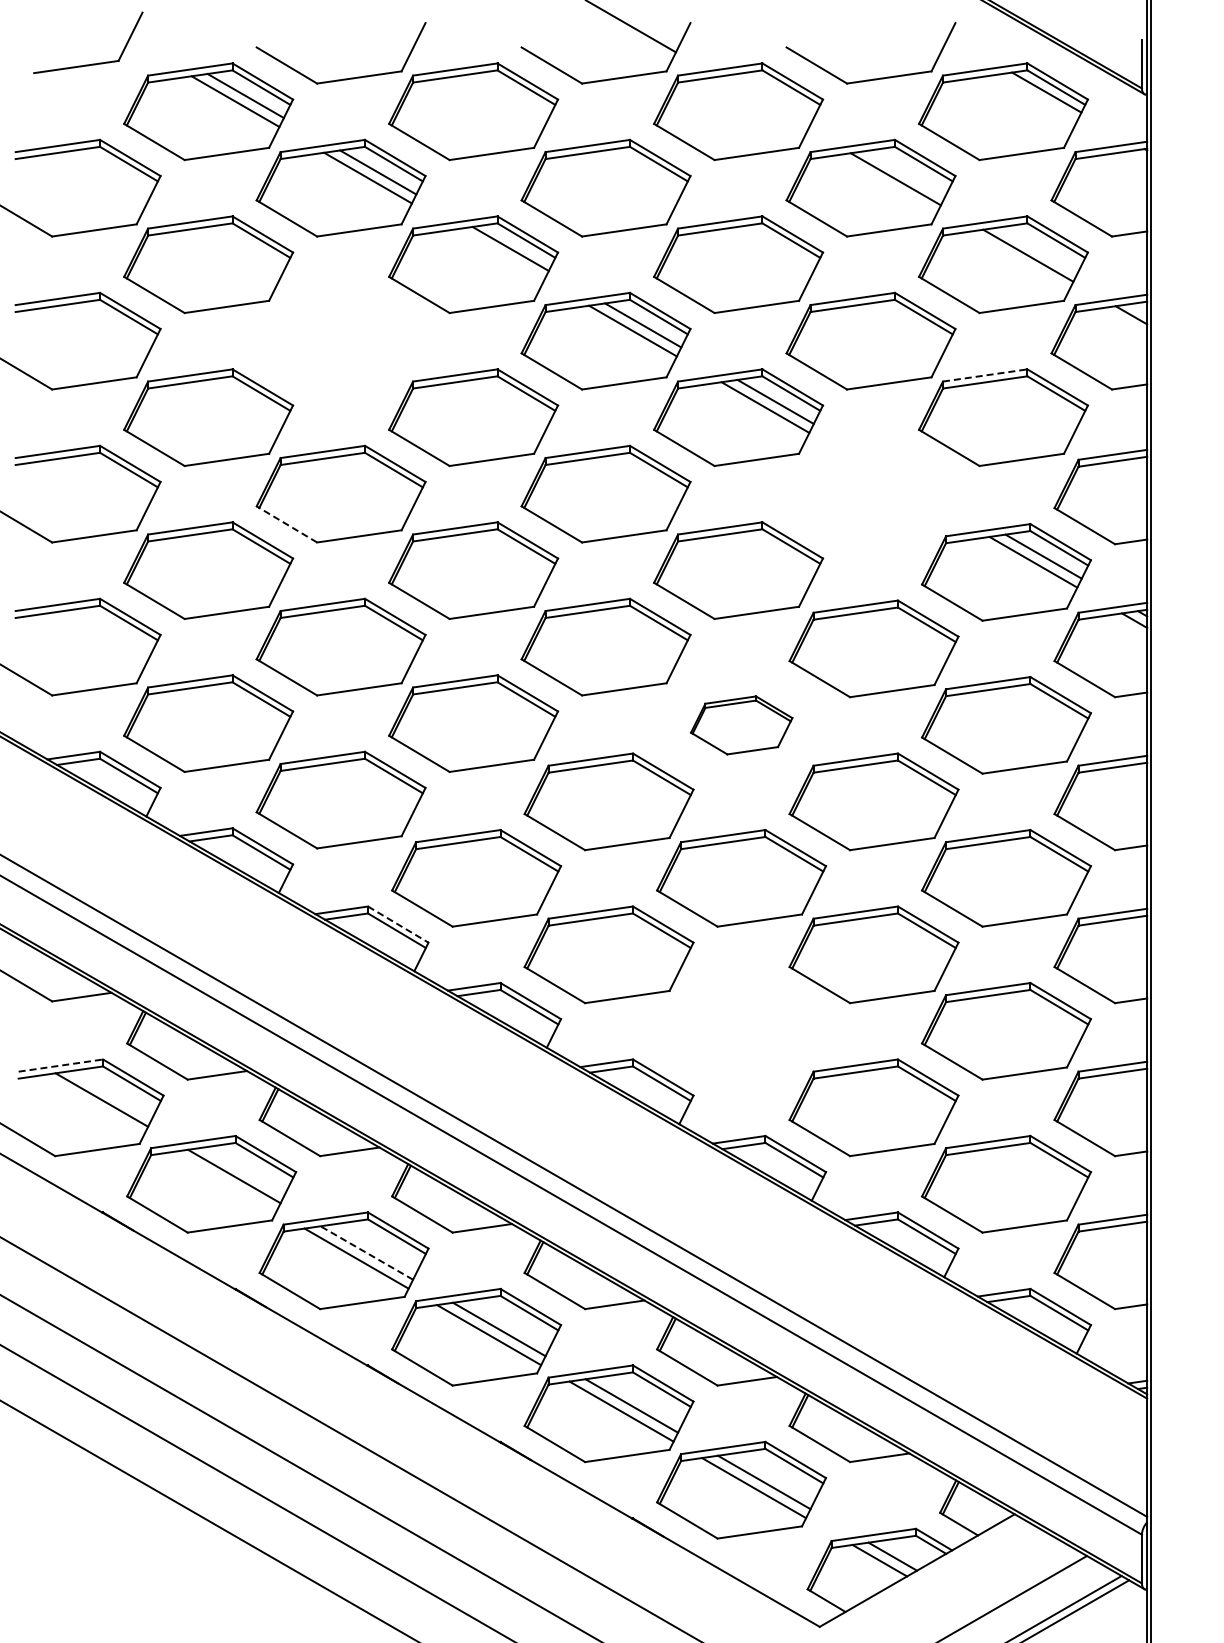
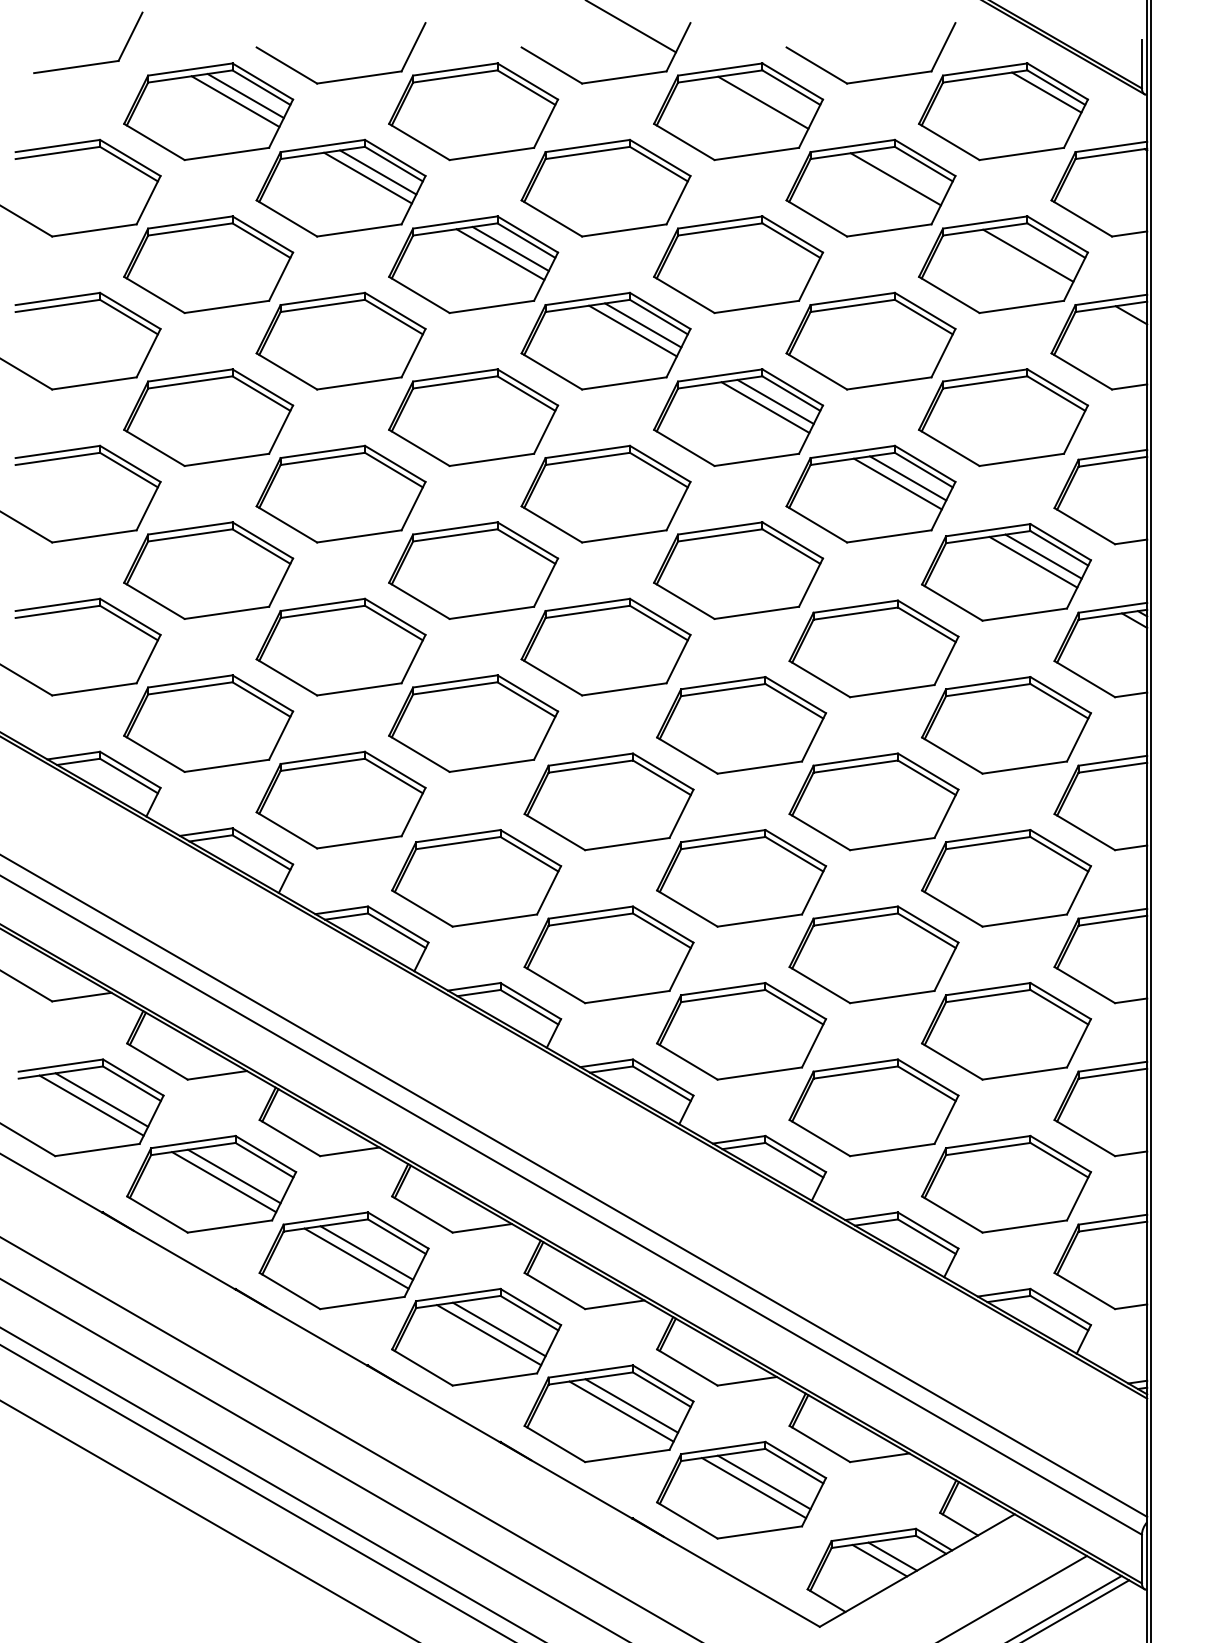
line at (763, 102): none -> present
line at (500, 254): none -> present
part at (340, 340): none -> present
line at (985, 375): dashed -> solid
part at (870, 493): none -> present
line at (286, 524): dashed -> solid
part at (741, 725) size: 104x61 px -> 172x99 px
line at (398, 924): dashed -> solid
part at (741, 1031): none -> present
line at (60, 1065): dashed -> solid
line at (91, 1105): none -> present
line at (224, 1182): none -> present
line at (366, 1252): dashed -> solid
line at (299, 1467) position: (299, 1467) -> (313, 1459)
line at (271, 1484): none -> present
